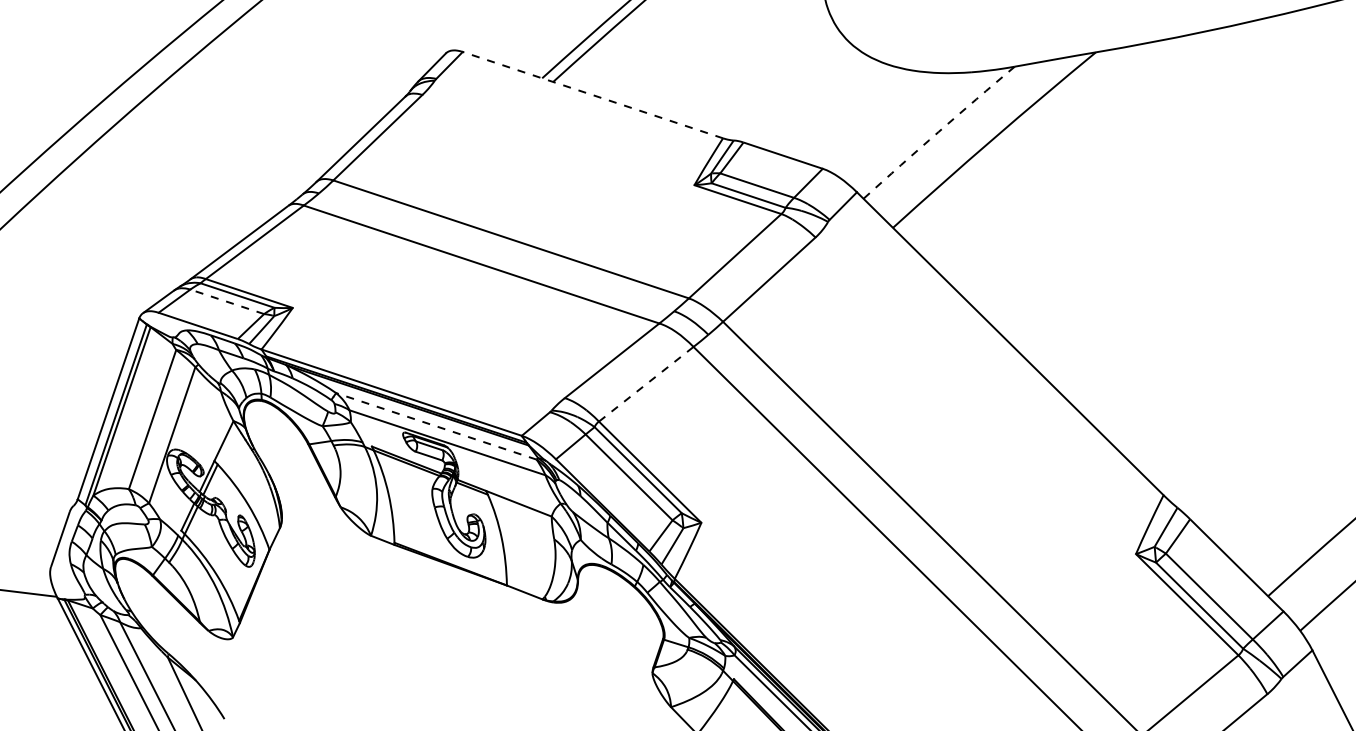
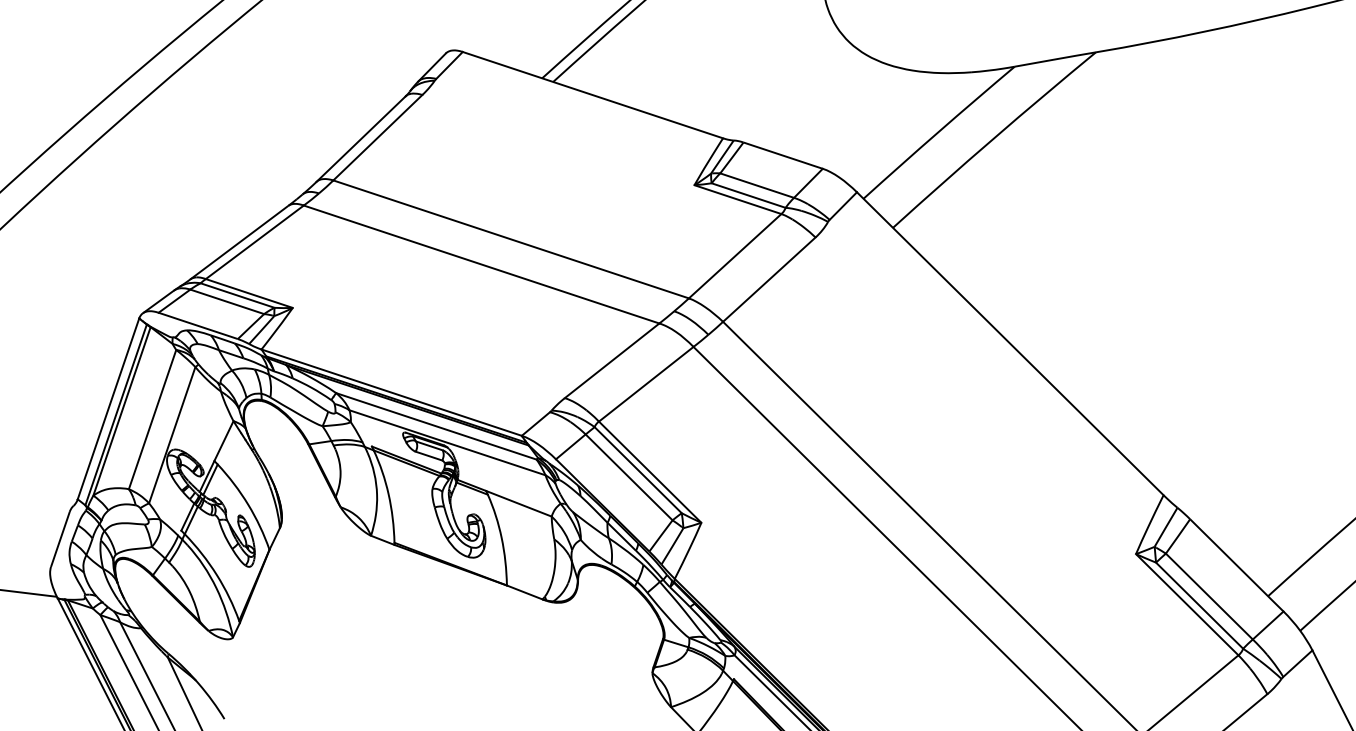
line at (592, 94): dashed -> solid
arc at (938, 132): dashed -> solid
line at (227, 301): dashed -> solid
line at (646, 383): dashed -> solid
line at (436, 426): dashed -> solid
